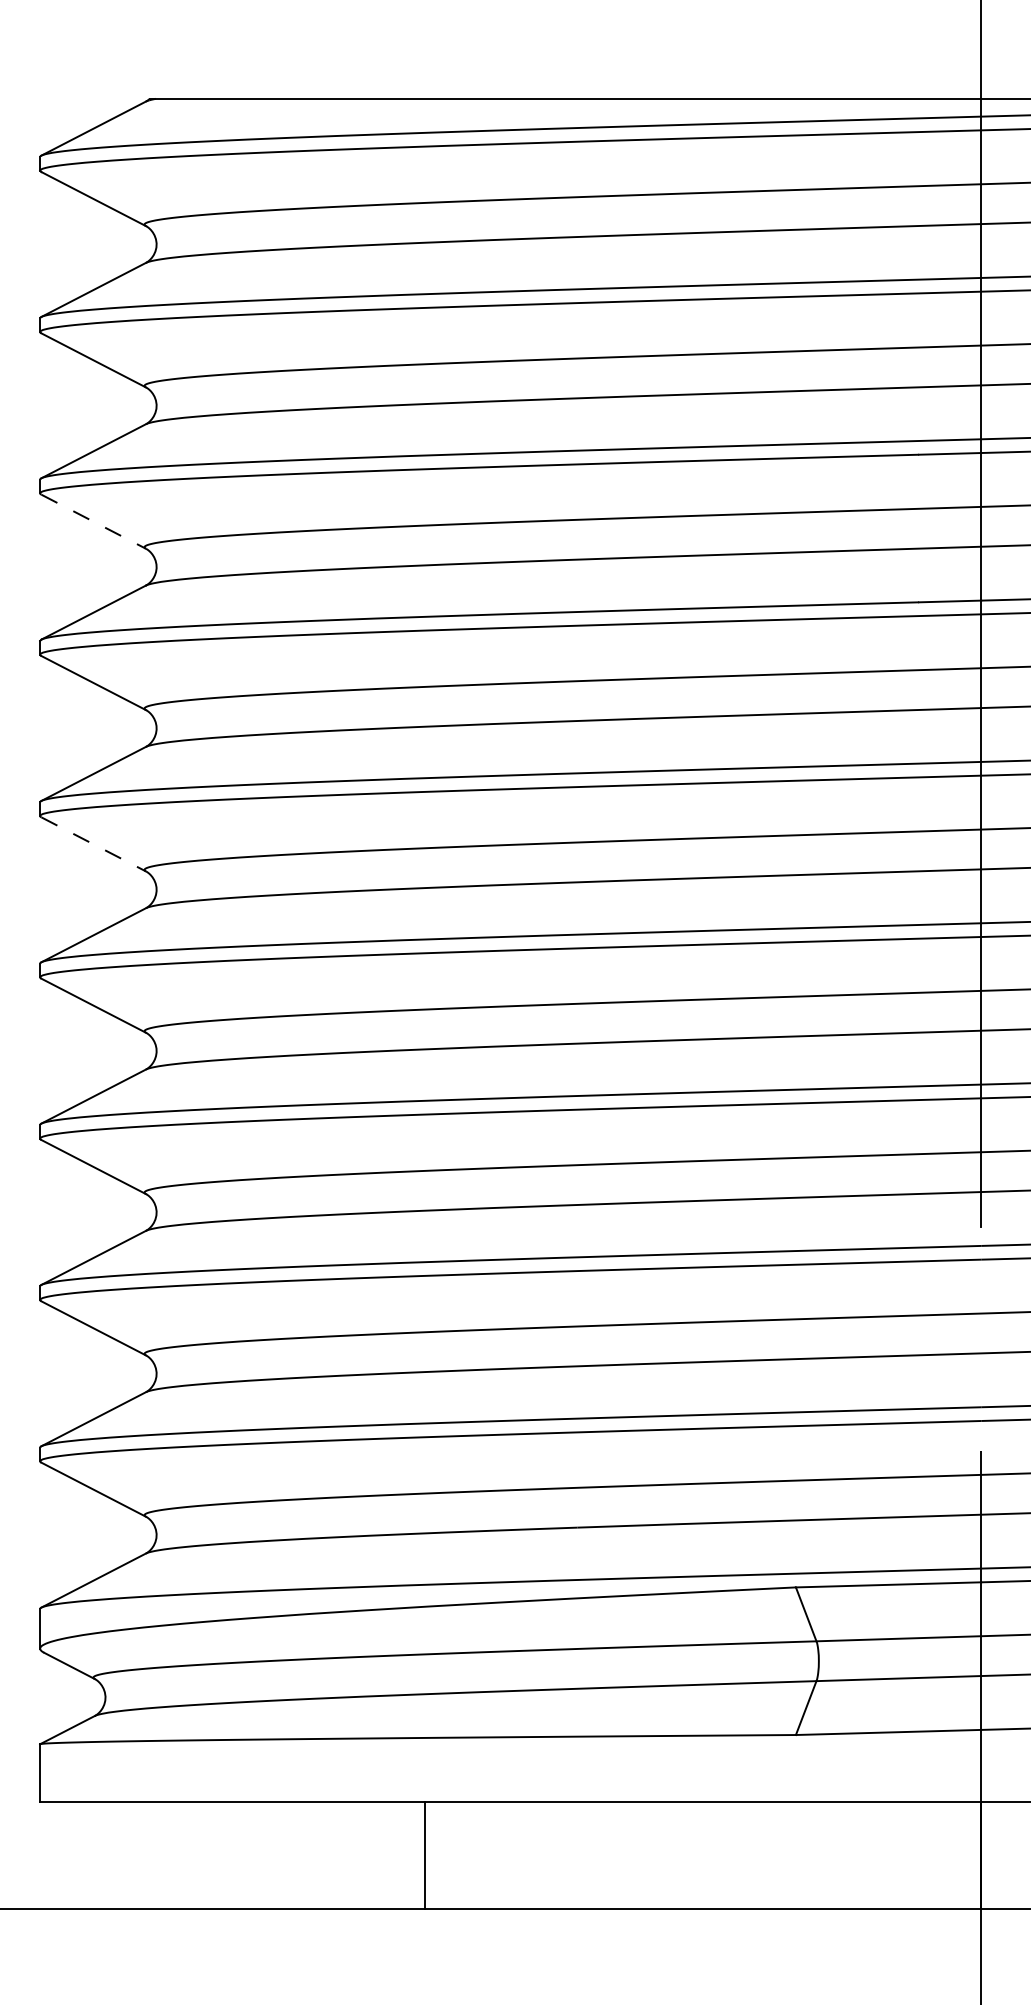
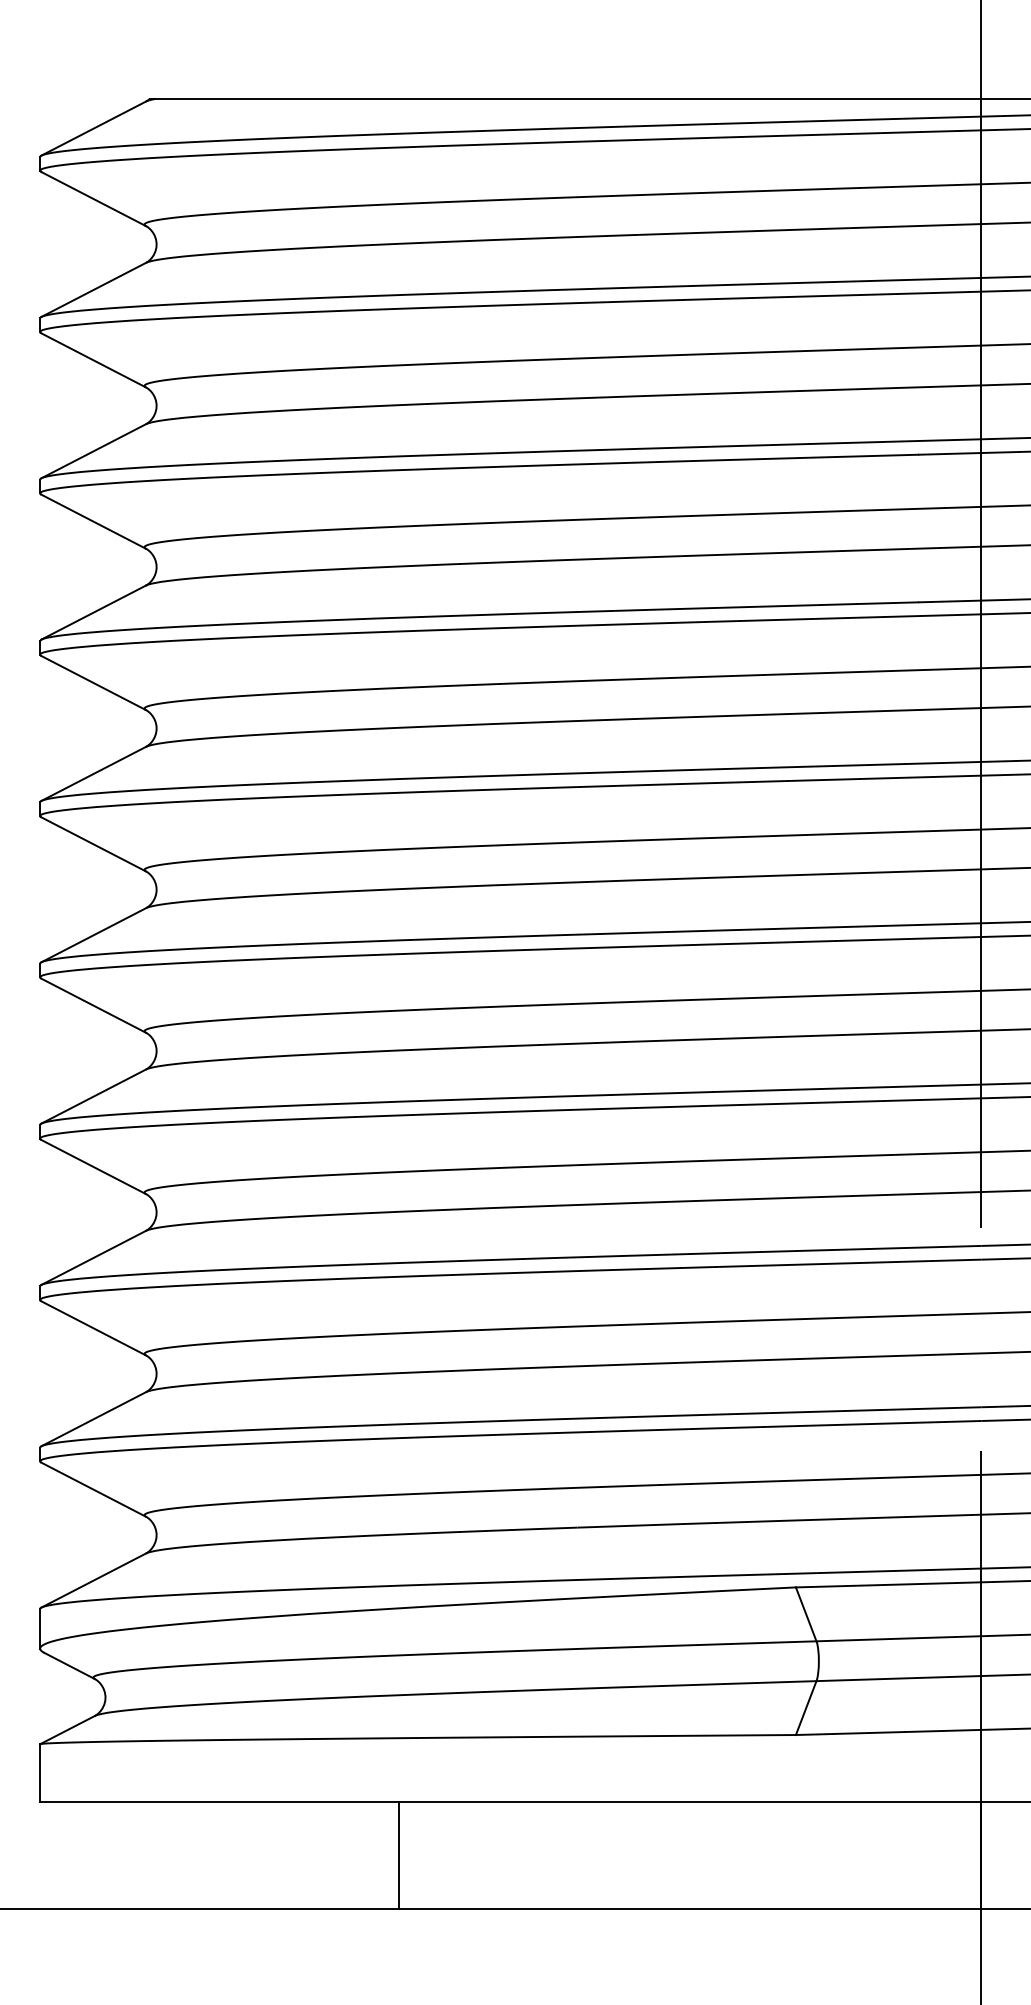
line at (93, 521): dashed -> solid
line at (93, 844): dashed -> solid
line at (424, 1855) position: (424, 1855) -> (398, 1855)
